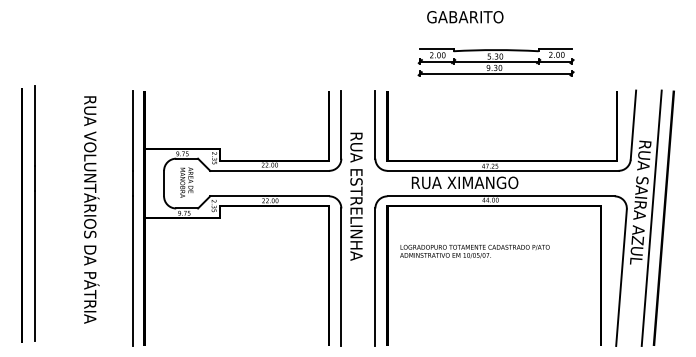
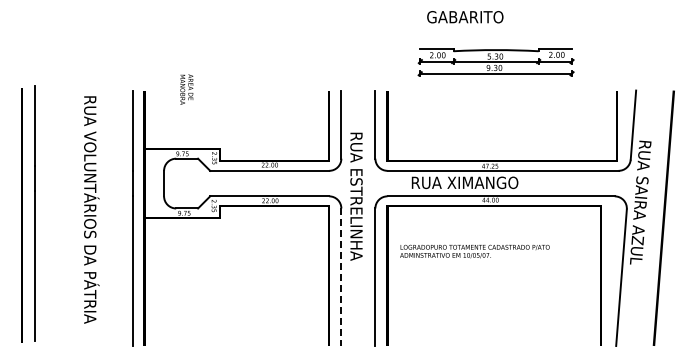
text at (186, 182) position: (186, 182) -> (186, 89)
line at (651, 217): present -> none
line at (341, 277): solid -> dashed
